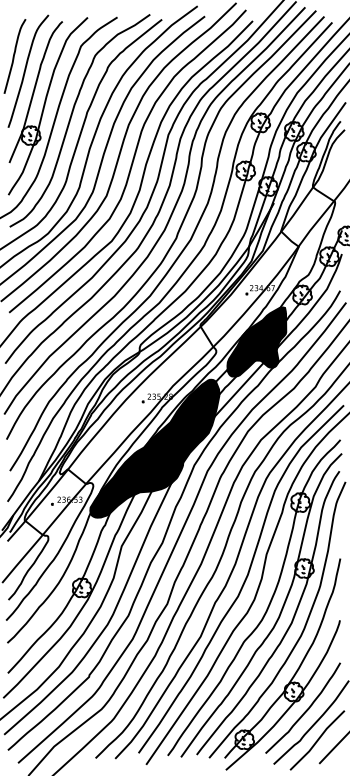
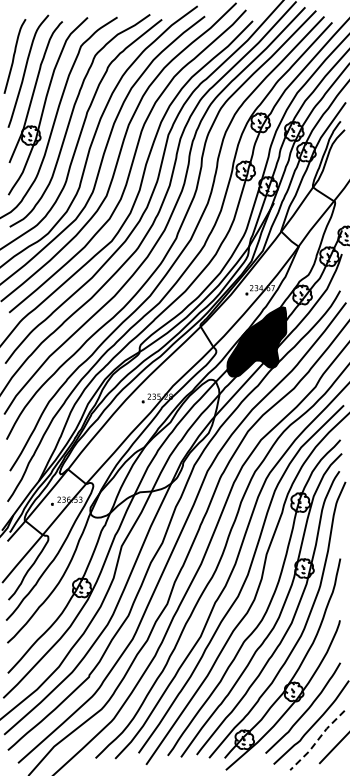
fill at (154, 448): present -> none
line at (317, 740): solid -> dashed
